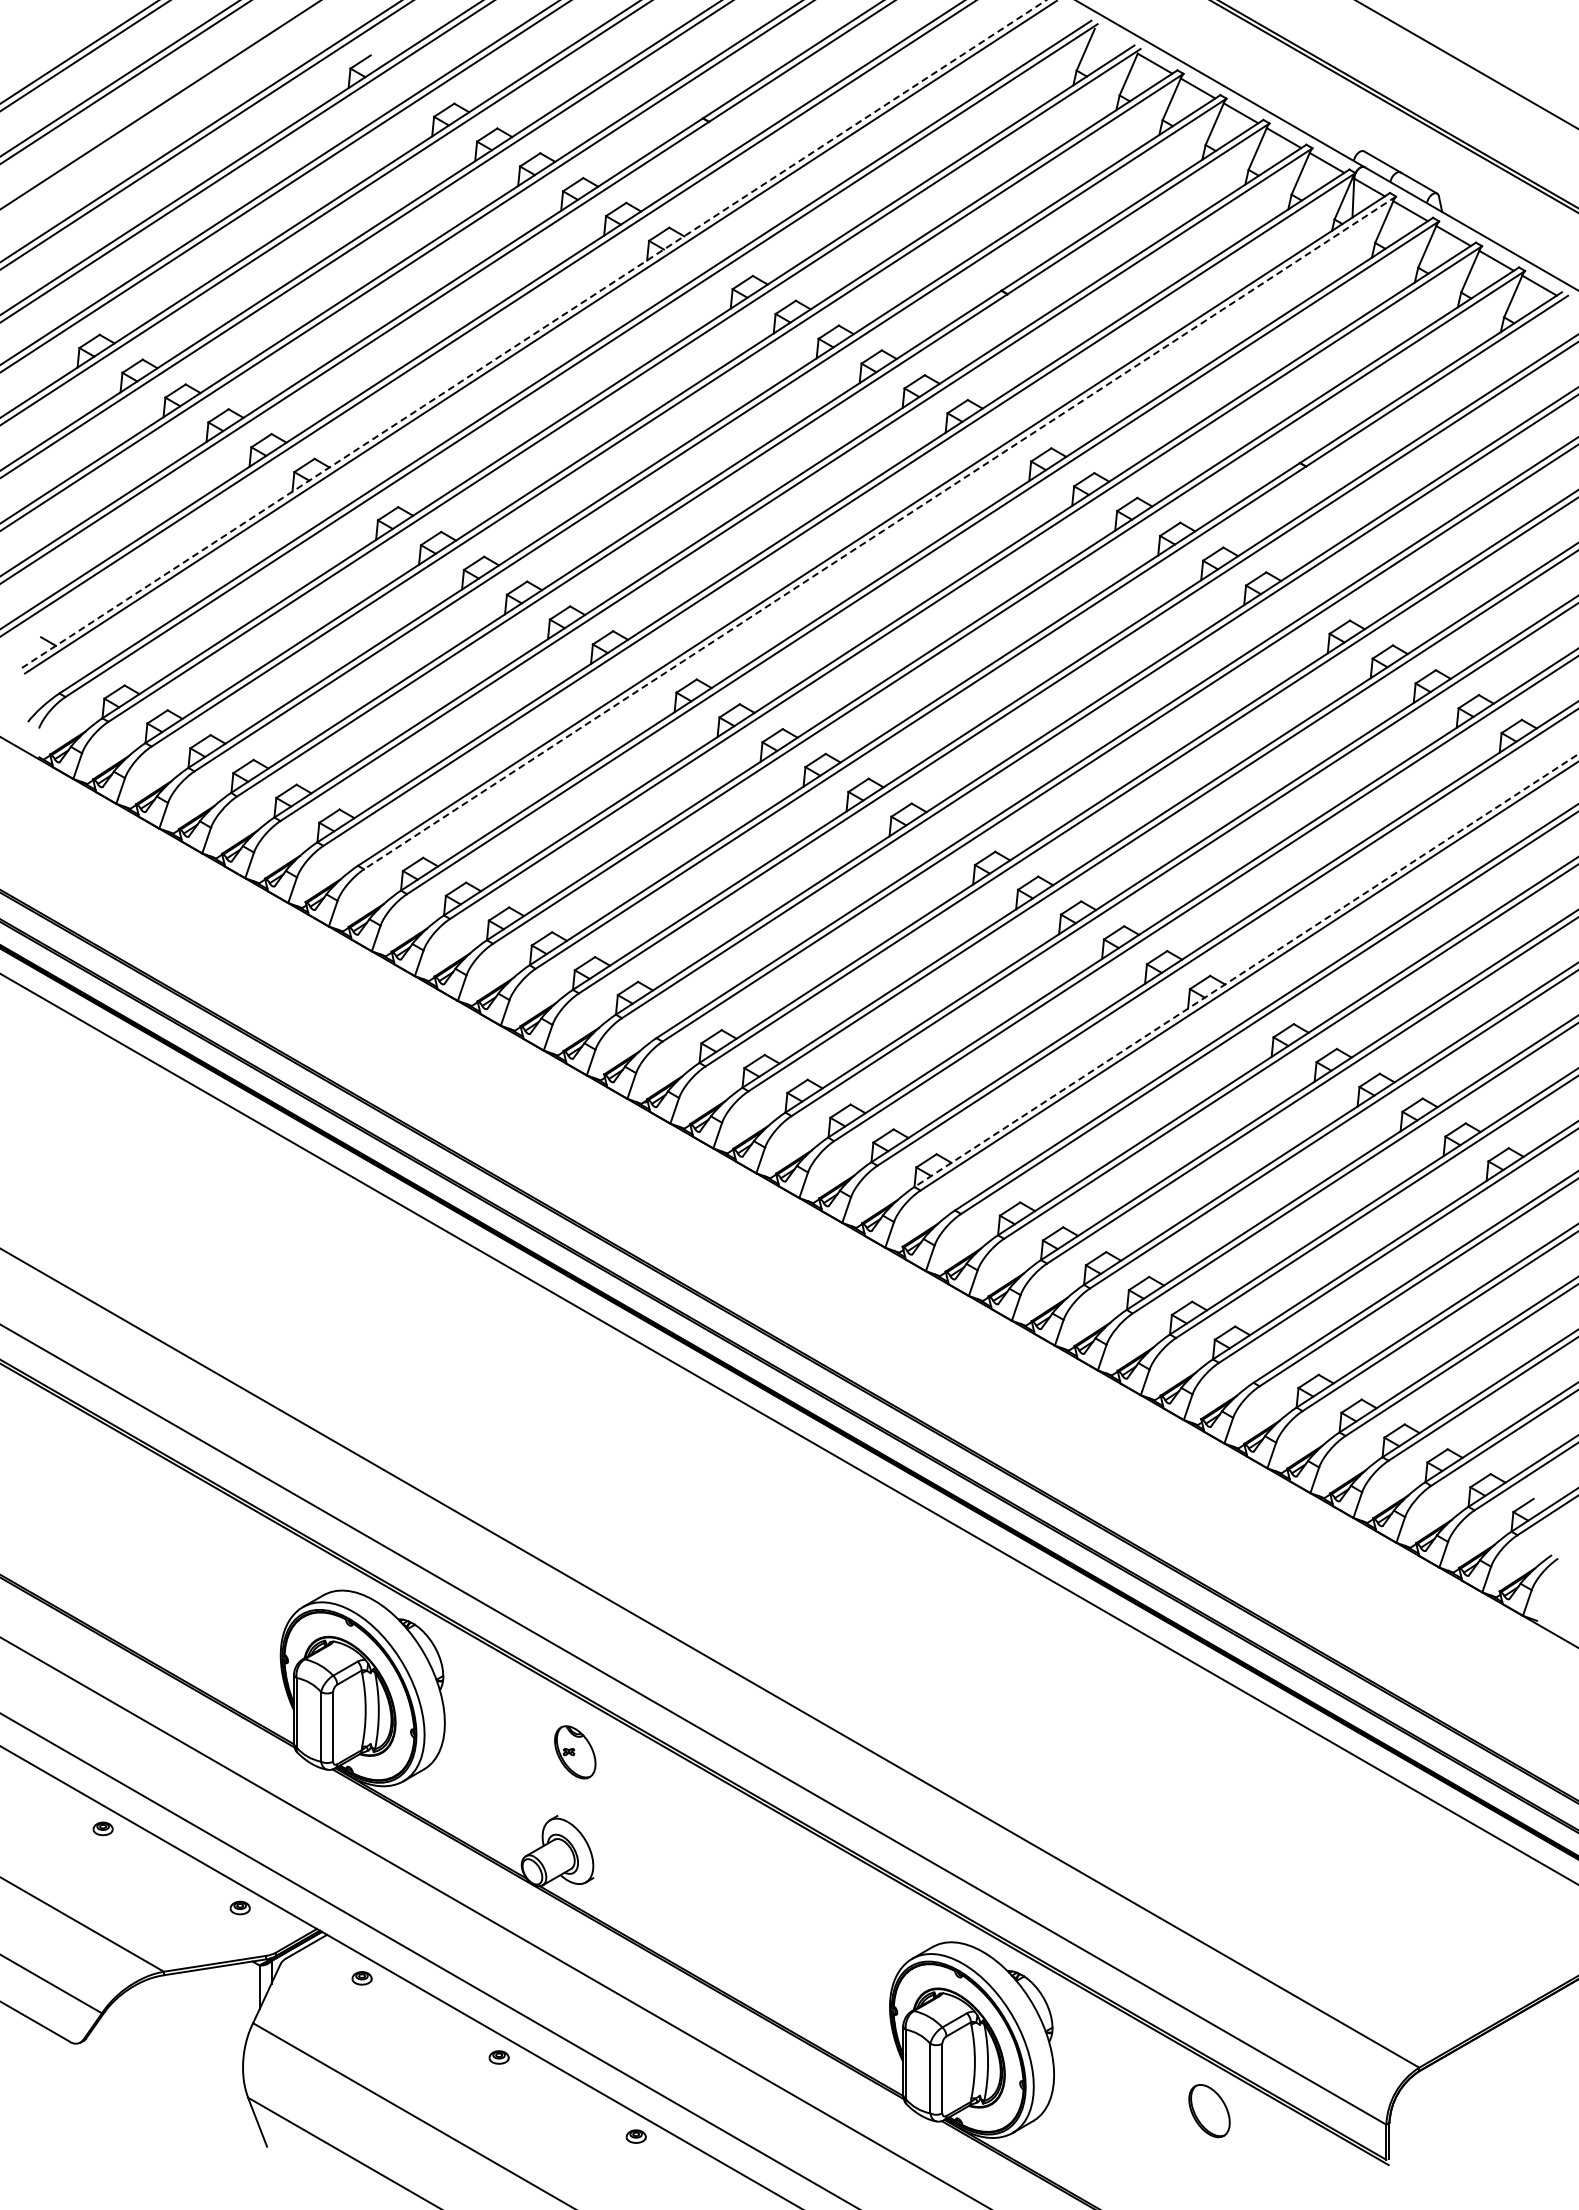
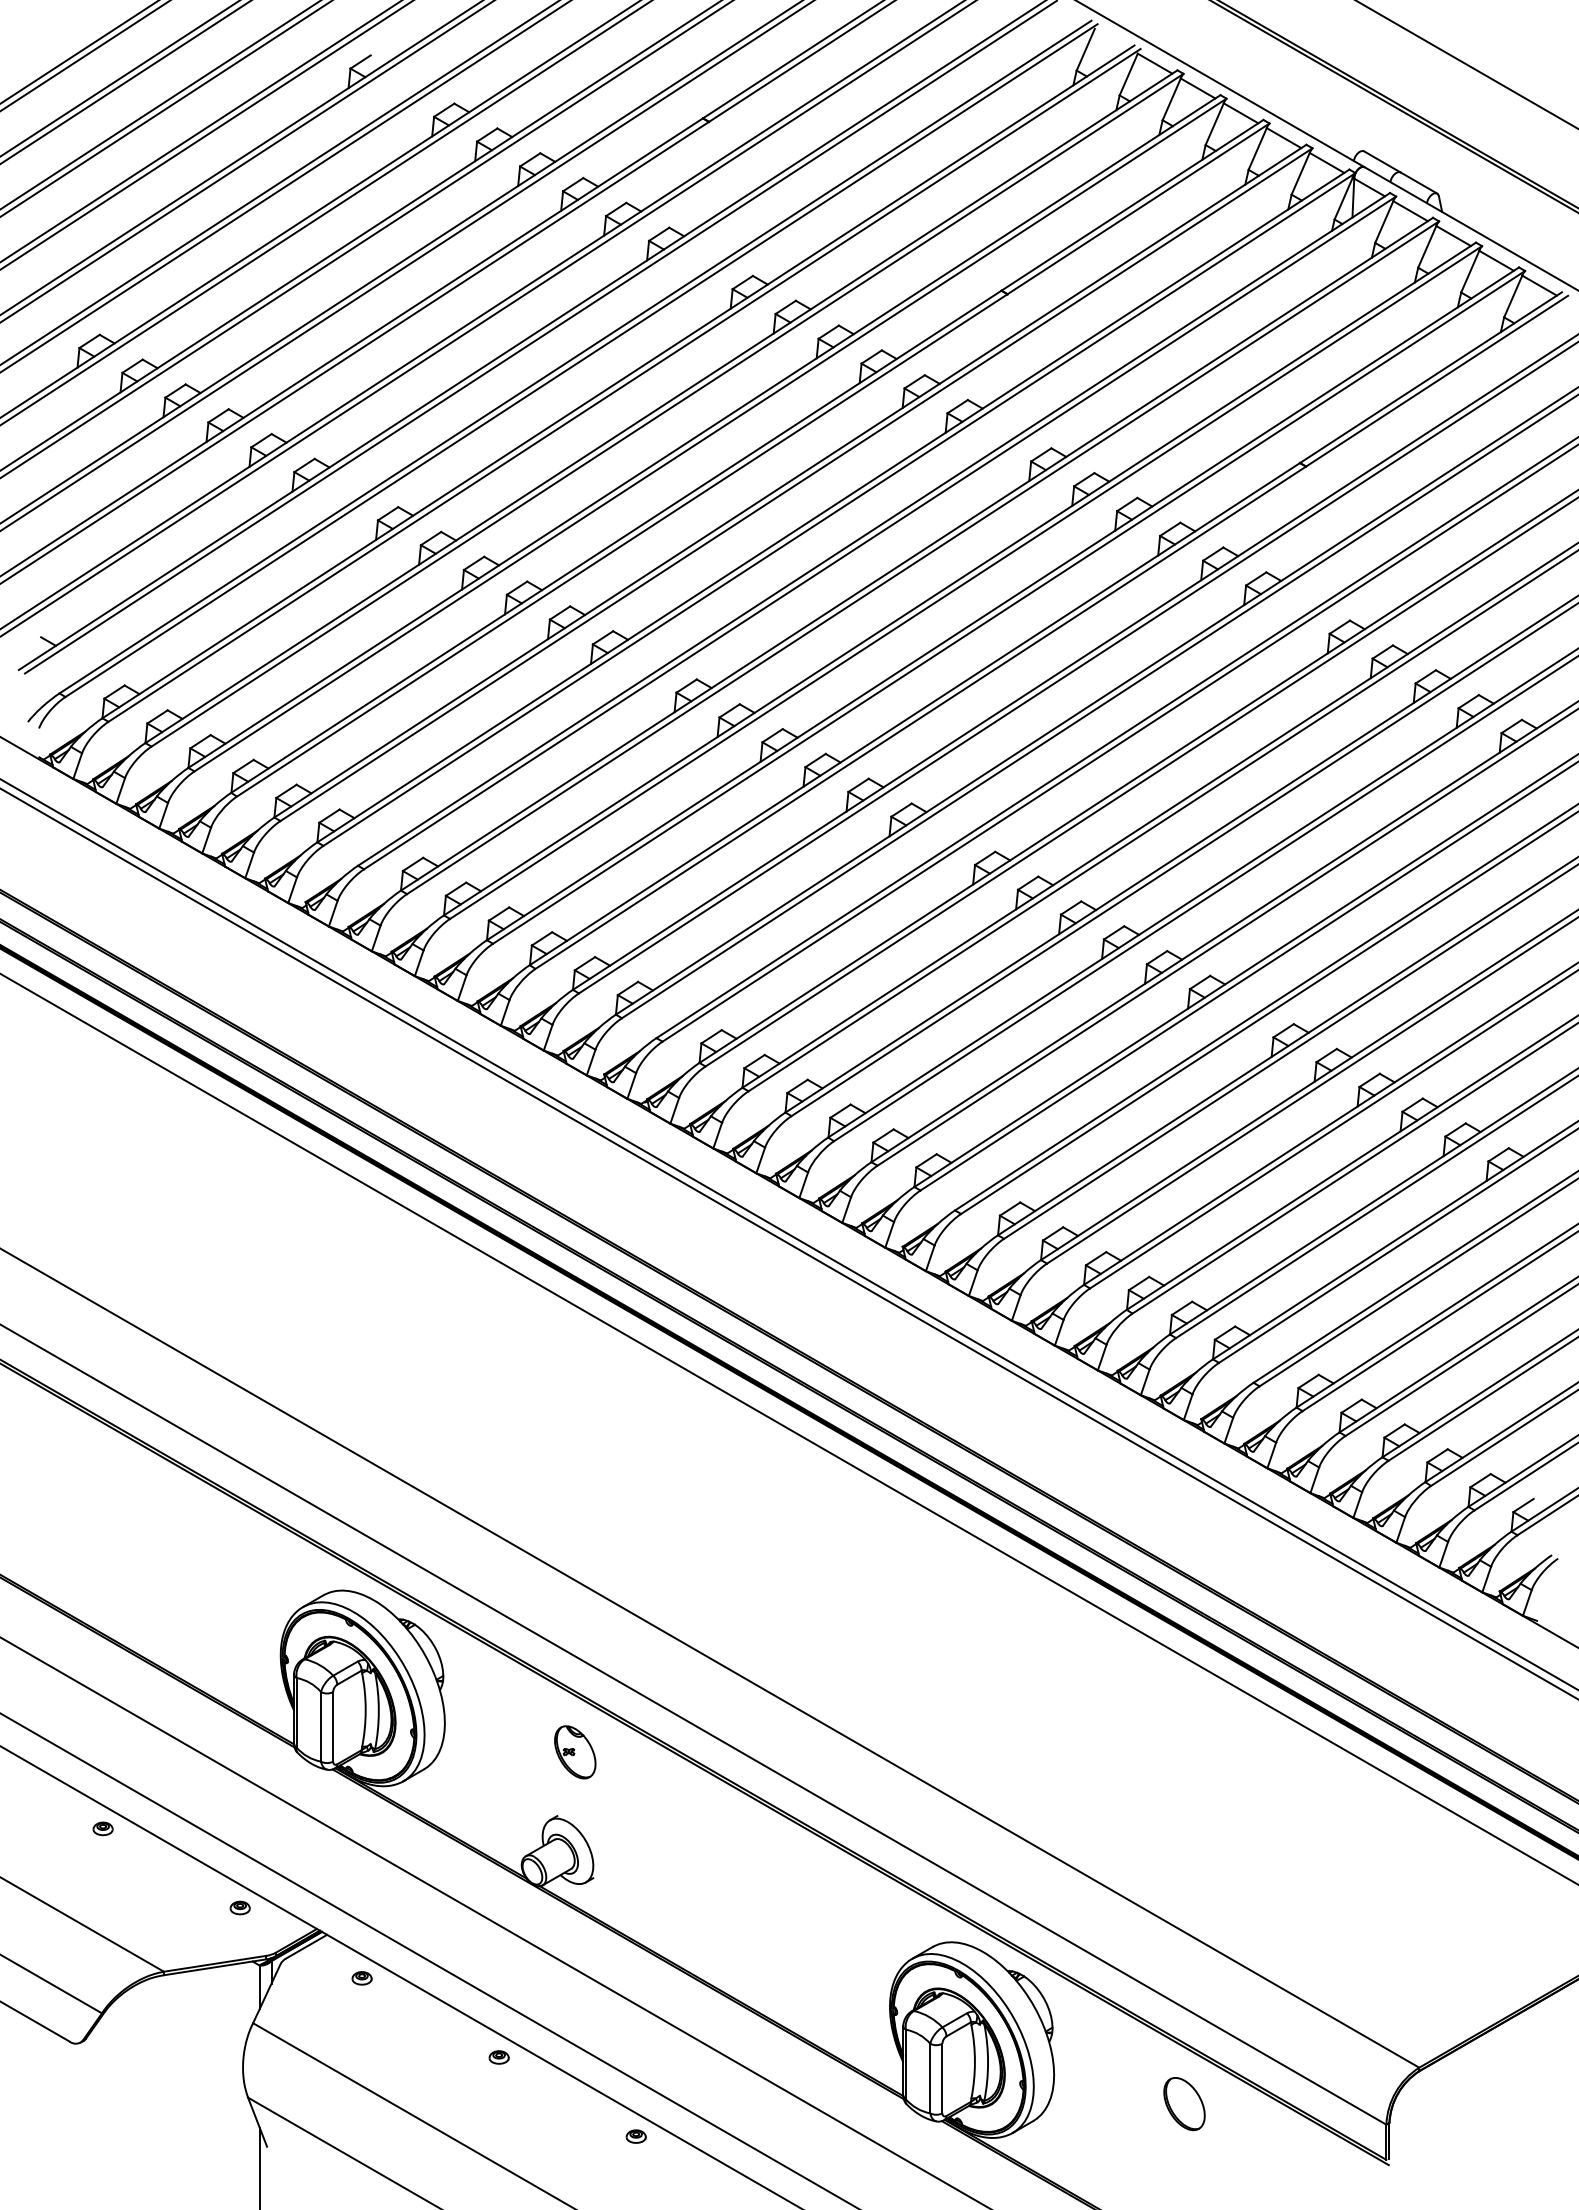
line at (166, 108): none -> present
line at (532, 335): dashed -> solid
line at (880, 532): dashed -> solid
line at (1246, 970): dashed -> solid
line at (788, 1234): none -> present
line at (788, 1243): none -> present
part at (1209, 2111) position: (1209, 2111) -> (1184, 2104)
line at (259, 2166): none -> present
